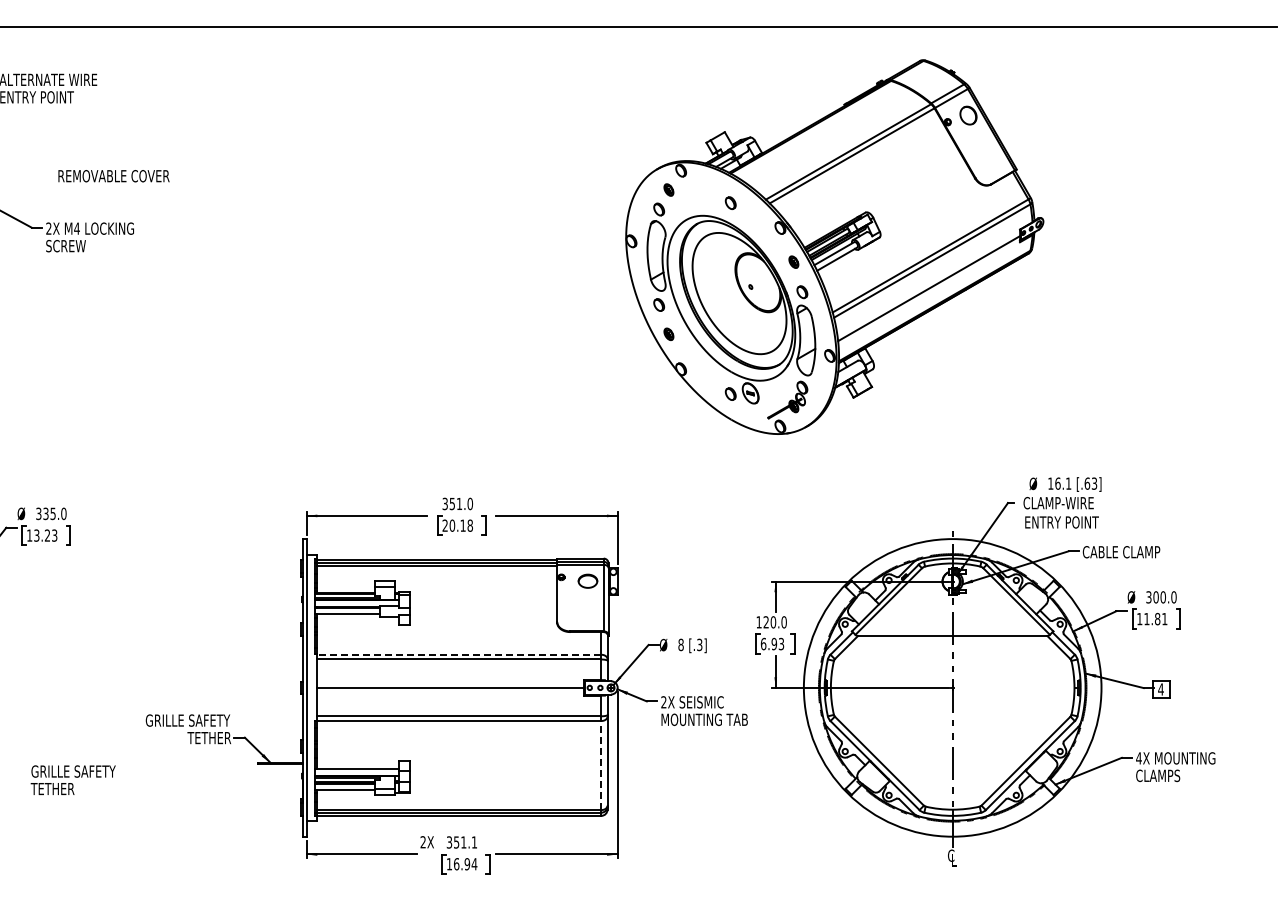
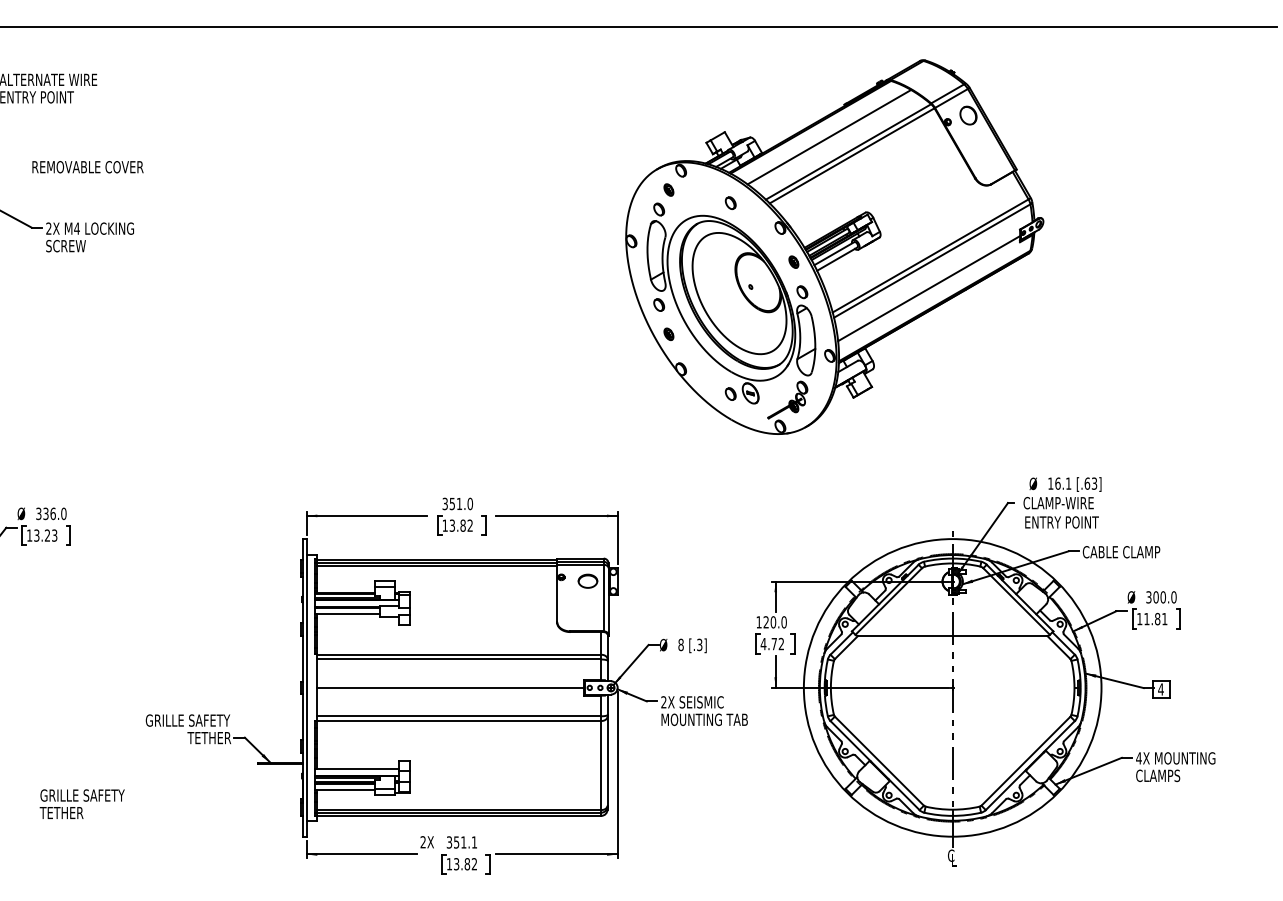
line at (829, 136): none -> present
text at (113, 176) position: (113, 176) -> (87, 167)
text at (52, 513): 335.0 -> 336.0
text at (457, 525): 20.18 -> 13.82
text at (772, 643): 6.93 -> 4.72
line at (458, 654): dashed -> solid
line at (601, 765): dashed -> solid
text at (72, 779) position: (72, 779) -> (81, 803)
text at (465, 864): 16.94 -> 13.82
